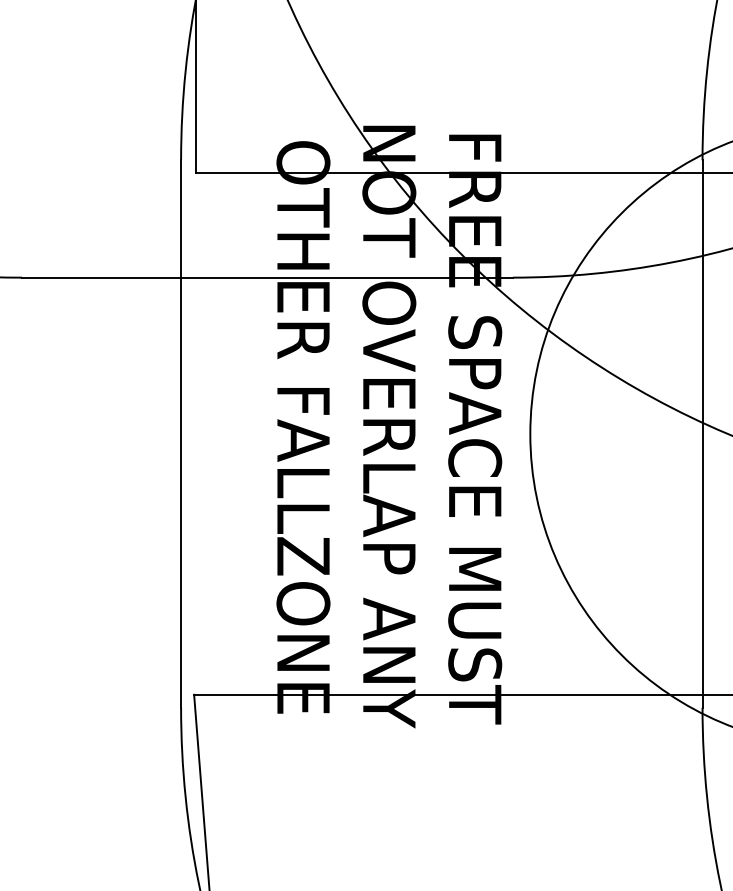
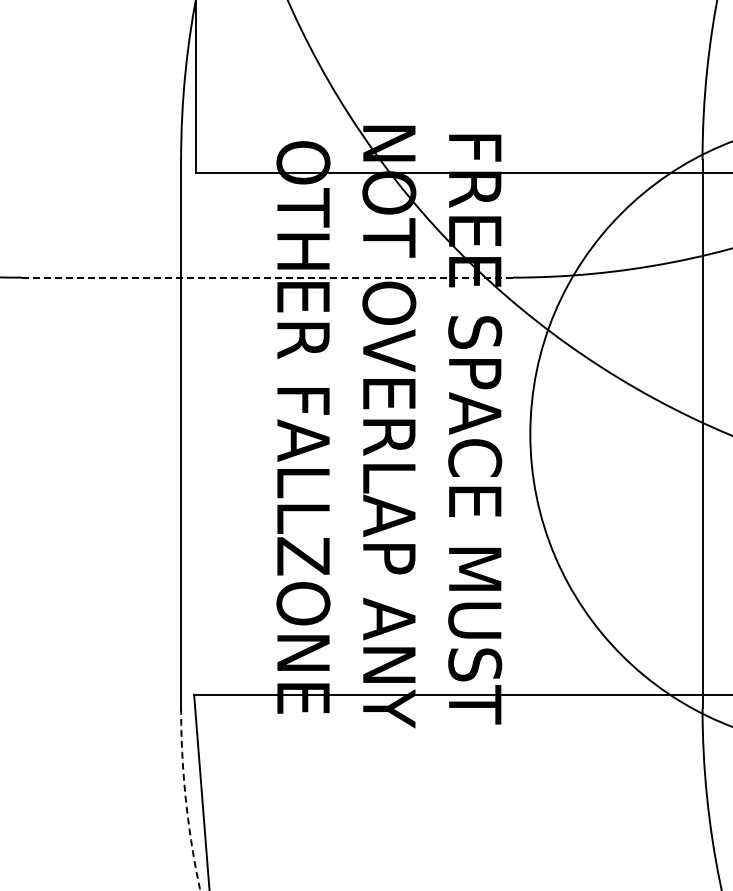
line at (267, 277): solid -> dashed
arc at (185, 798): solid -> dashed
